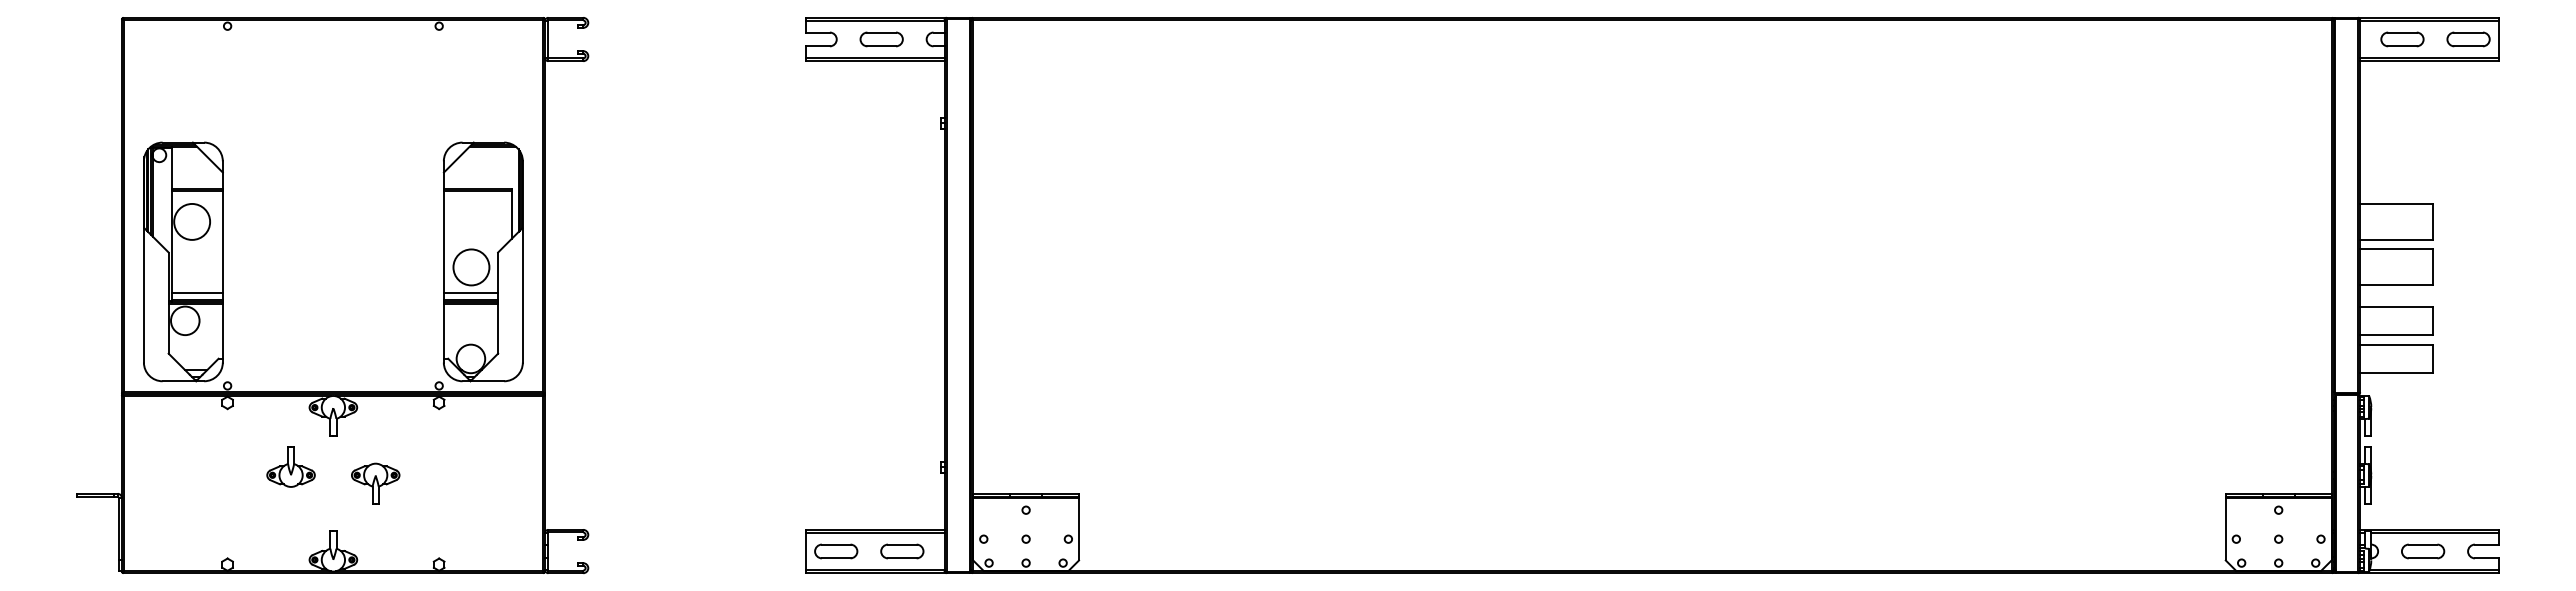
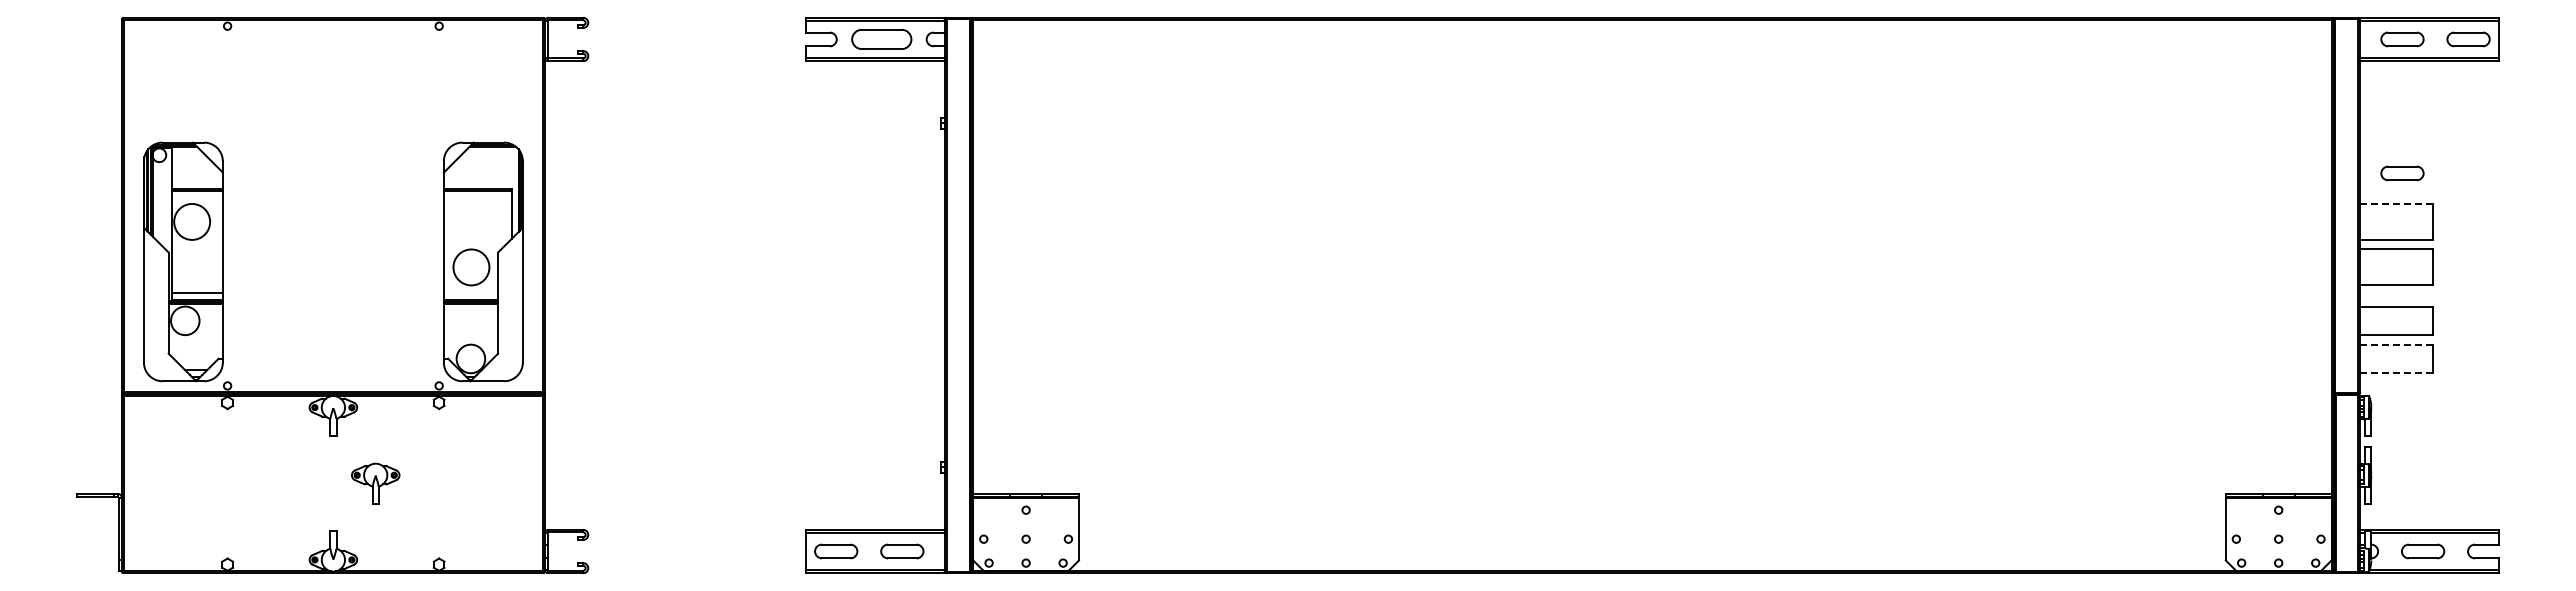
part at (881, 39) size: 45x17 px -> 62x22 px
part at (2402, 173): none -> present
line at (2396, 203): solid -> dashed
line at (470, 292): present -> none
line at (2396, 344): solid -> dashed
line at (2397, 373): solid -> dashed
part at (290, 466): present -> none
